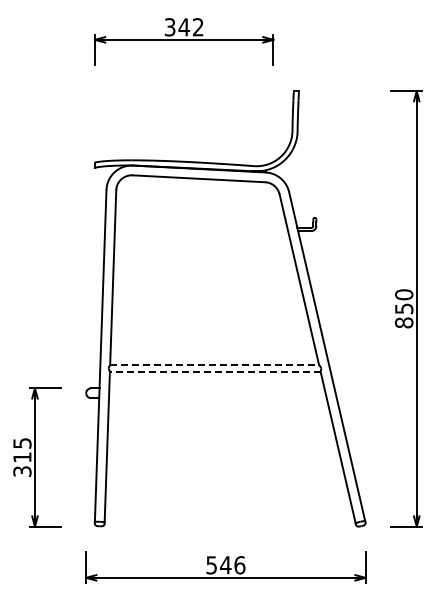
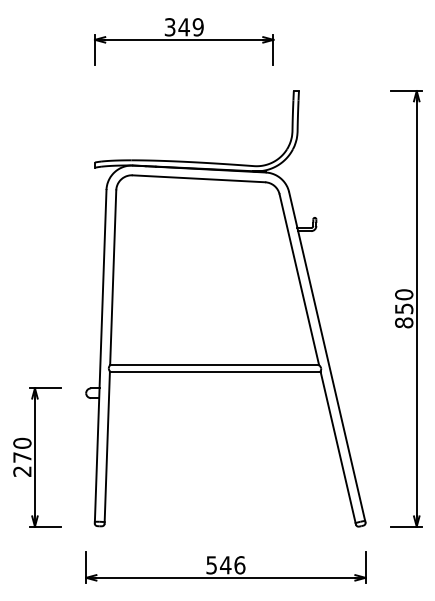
text at (197, 27): 342 -> 349
line at (215, 365): dashed -> solid
line at (214, 371): dashed -> solid
text at (22, 456): 315 -> 270
